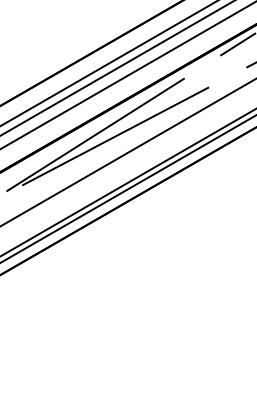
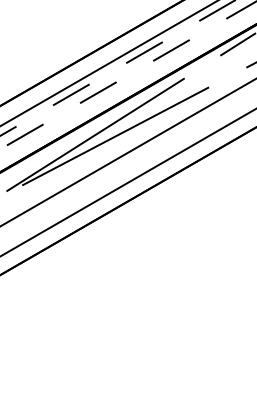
line at (117, 68): solid -> dashed
line at (128, 75): solid -> dashed
line at (127, 188): present -> none
